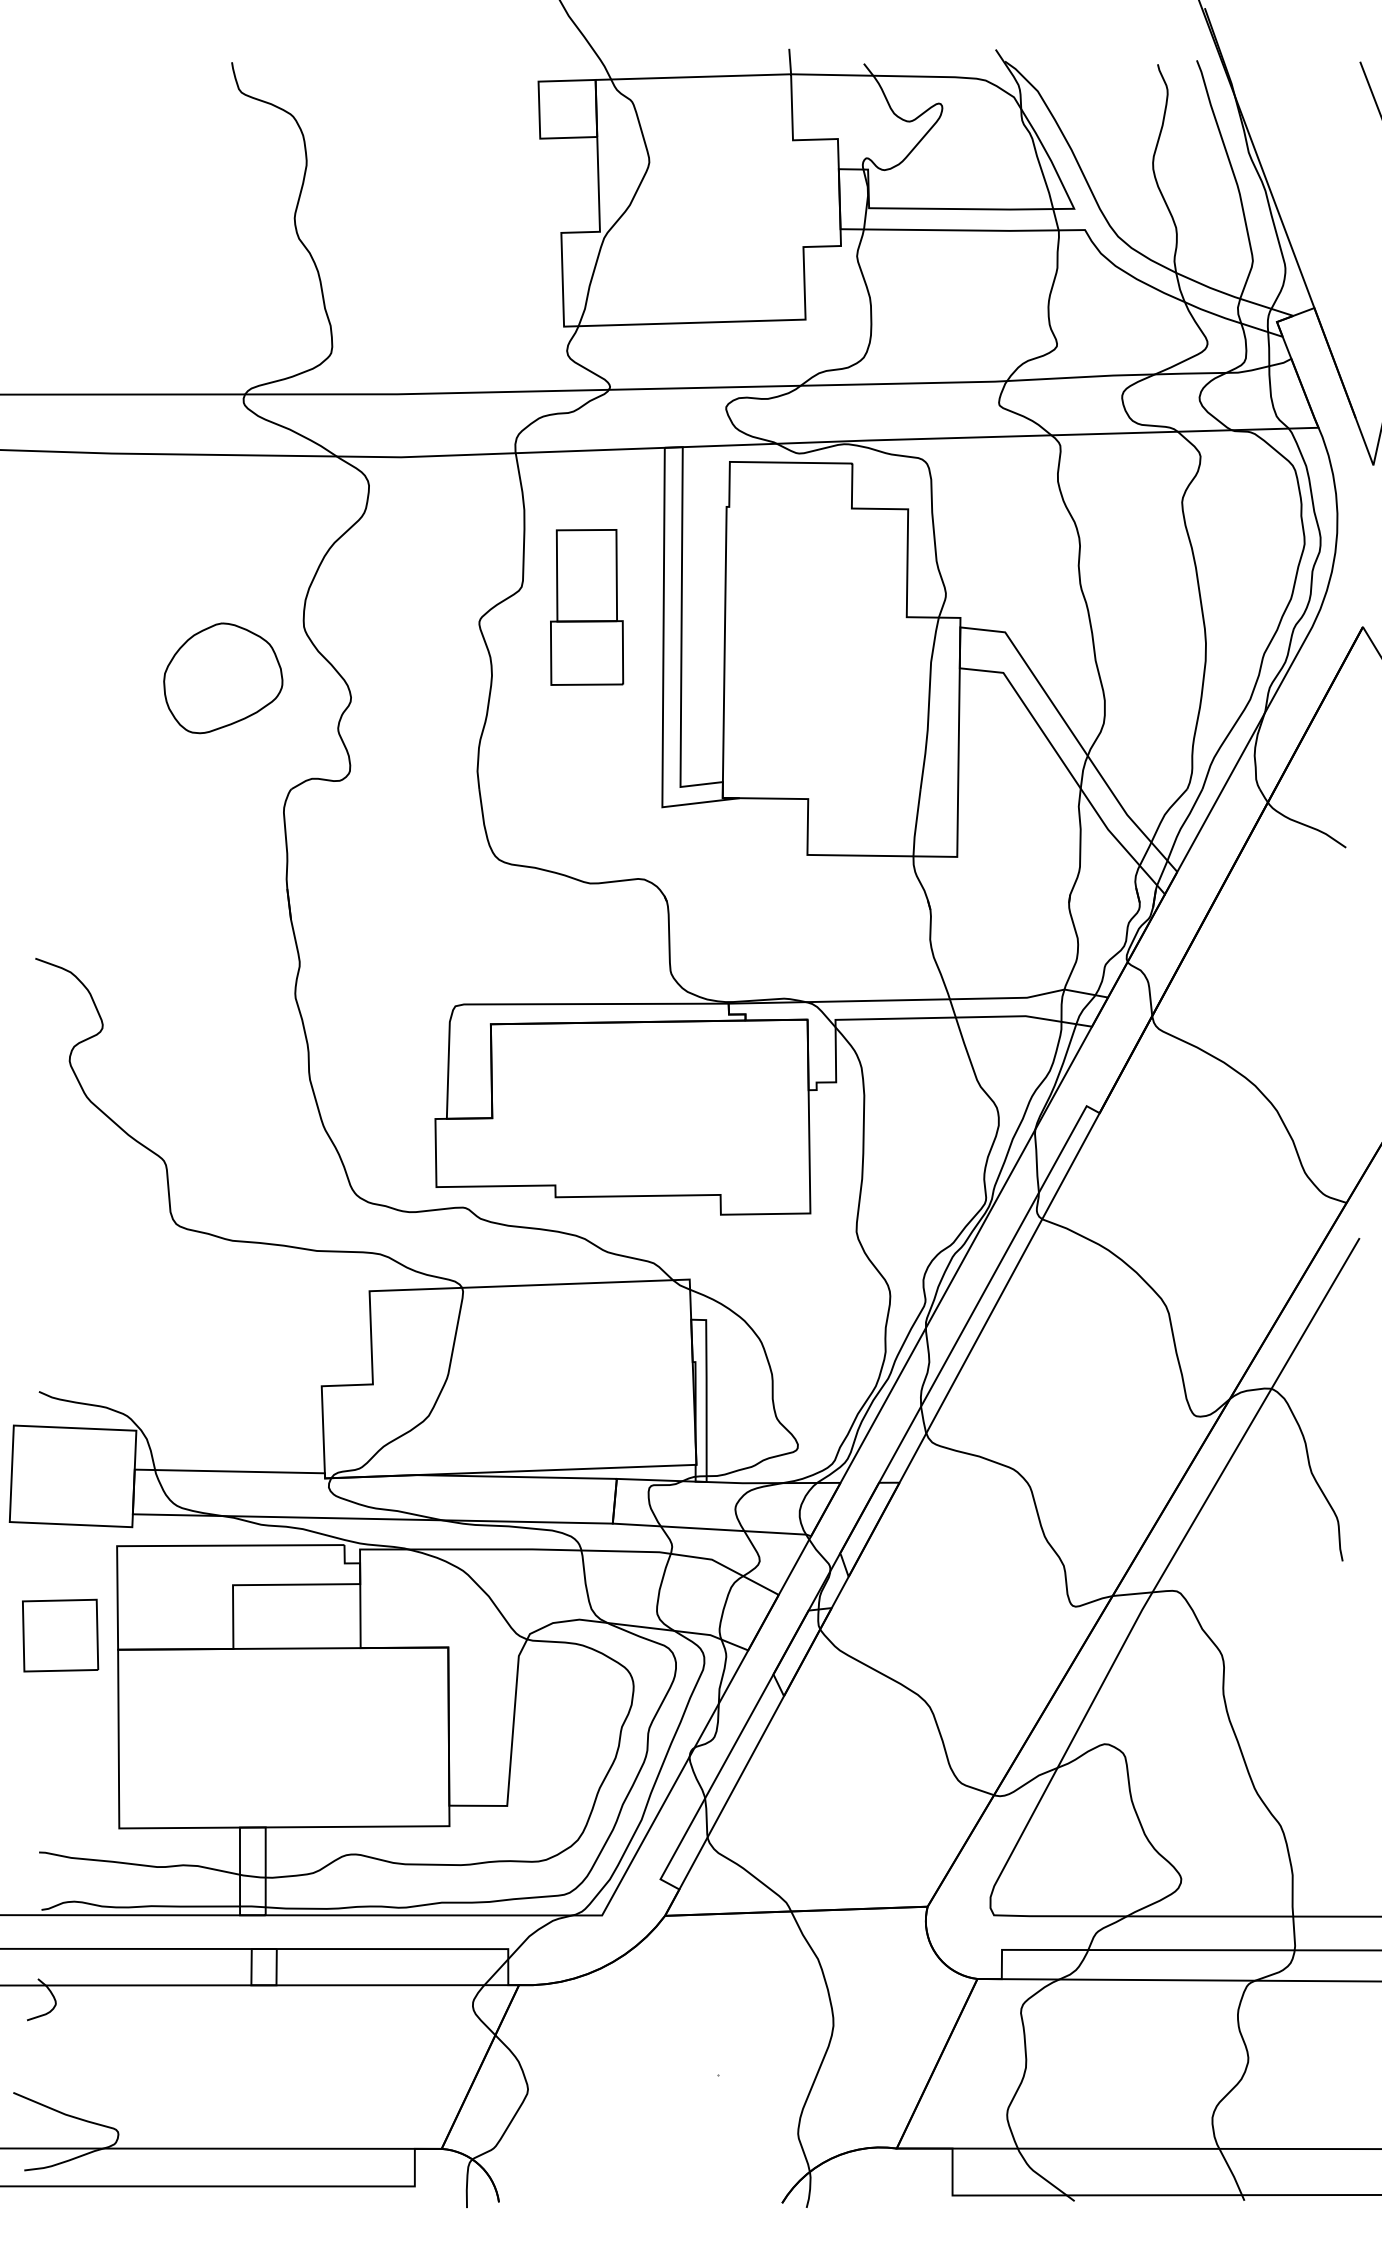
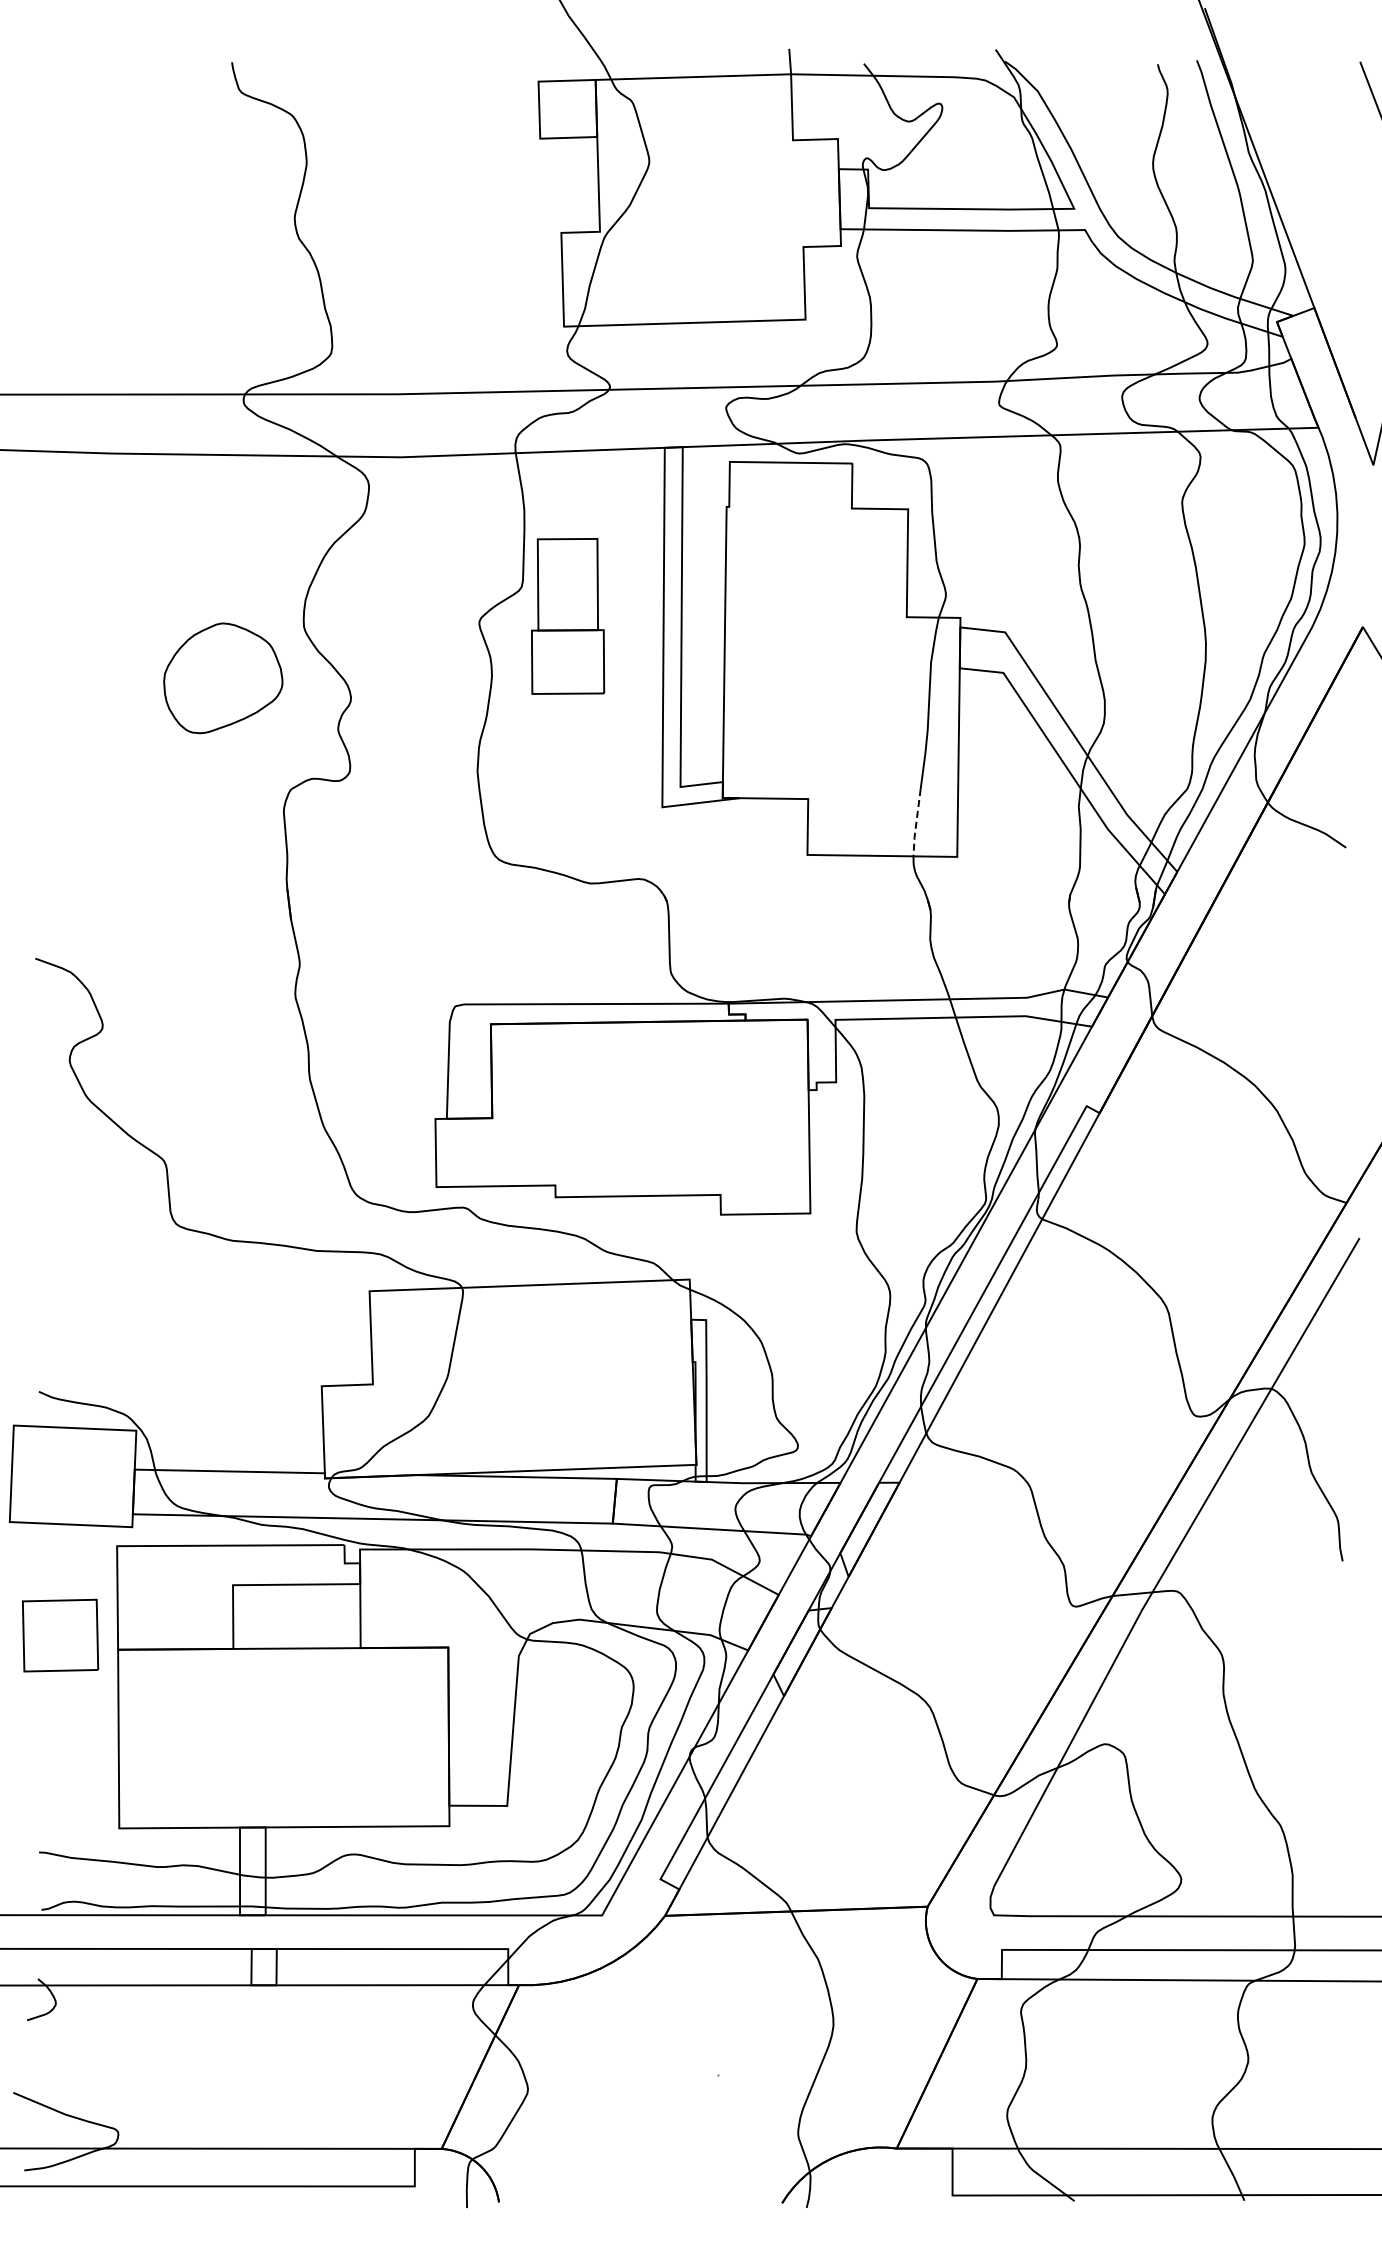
part at (587, 607) position: (587, 607) -> (568, 616)
line at (916, 823): solid -> dashed
